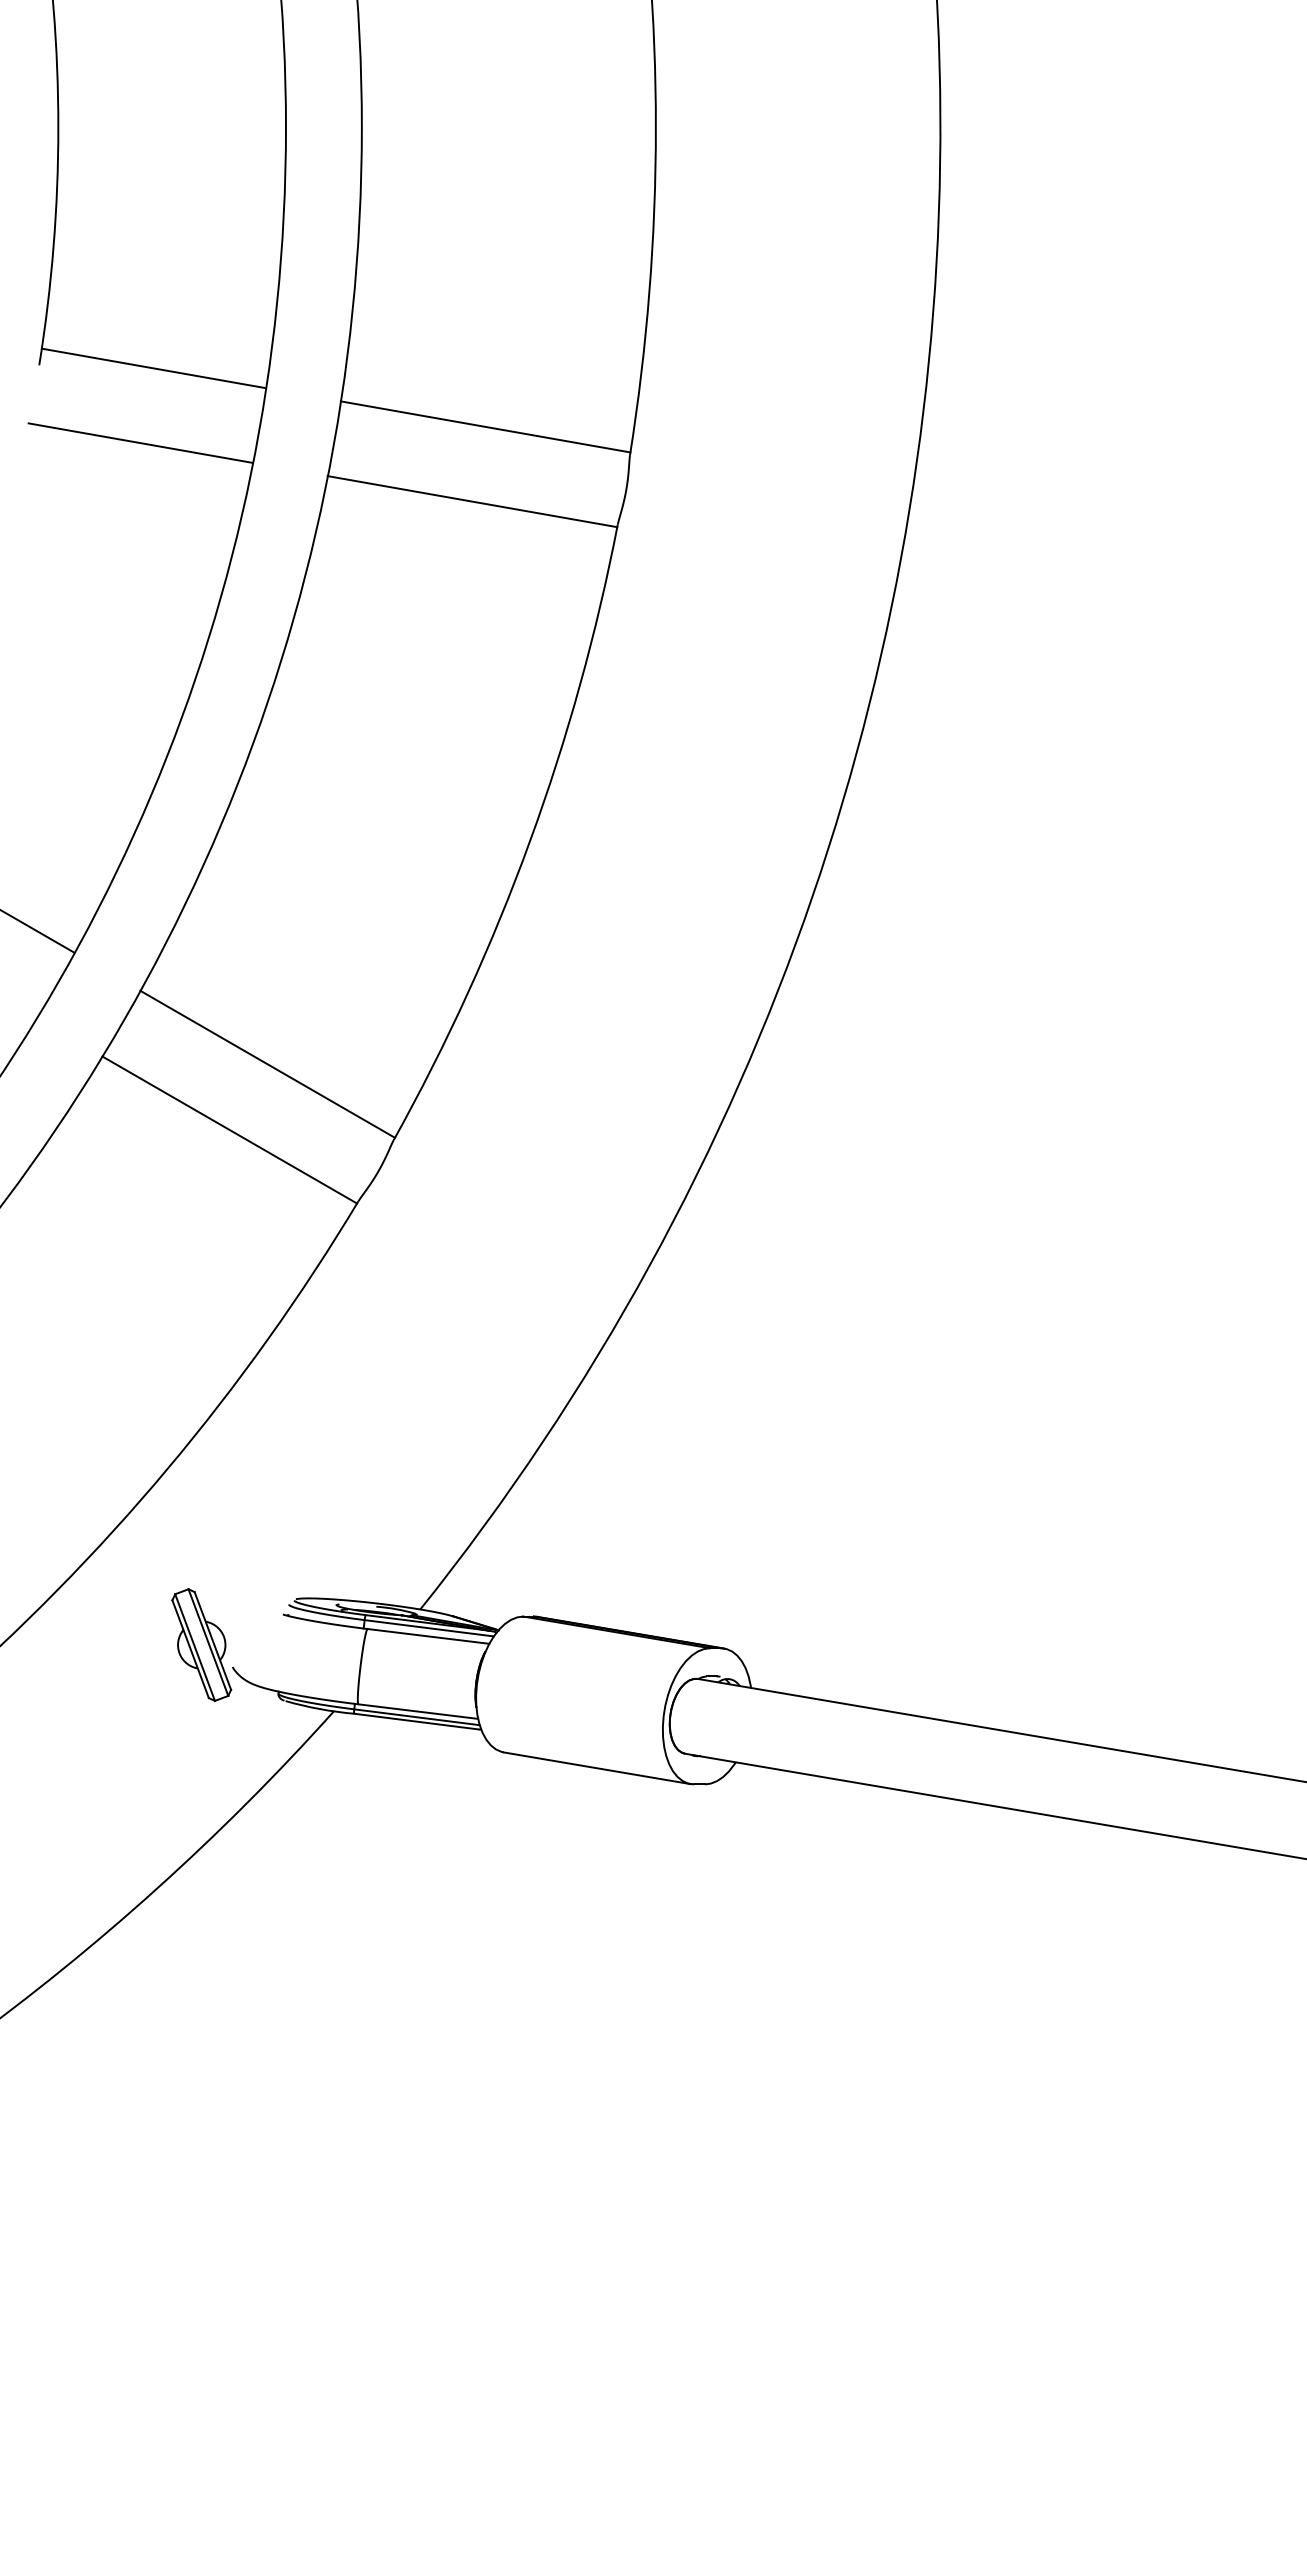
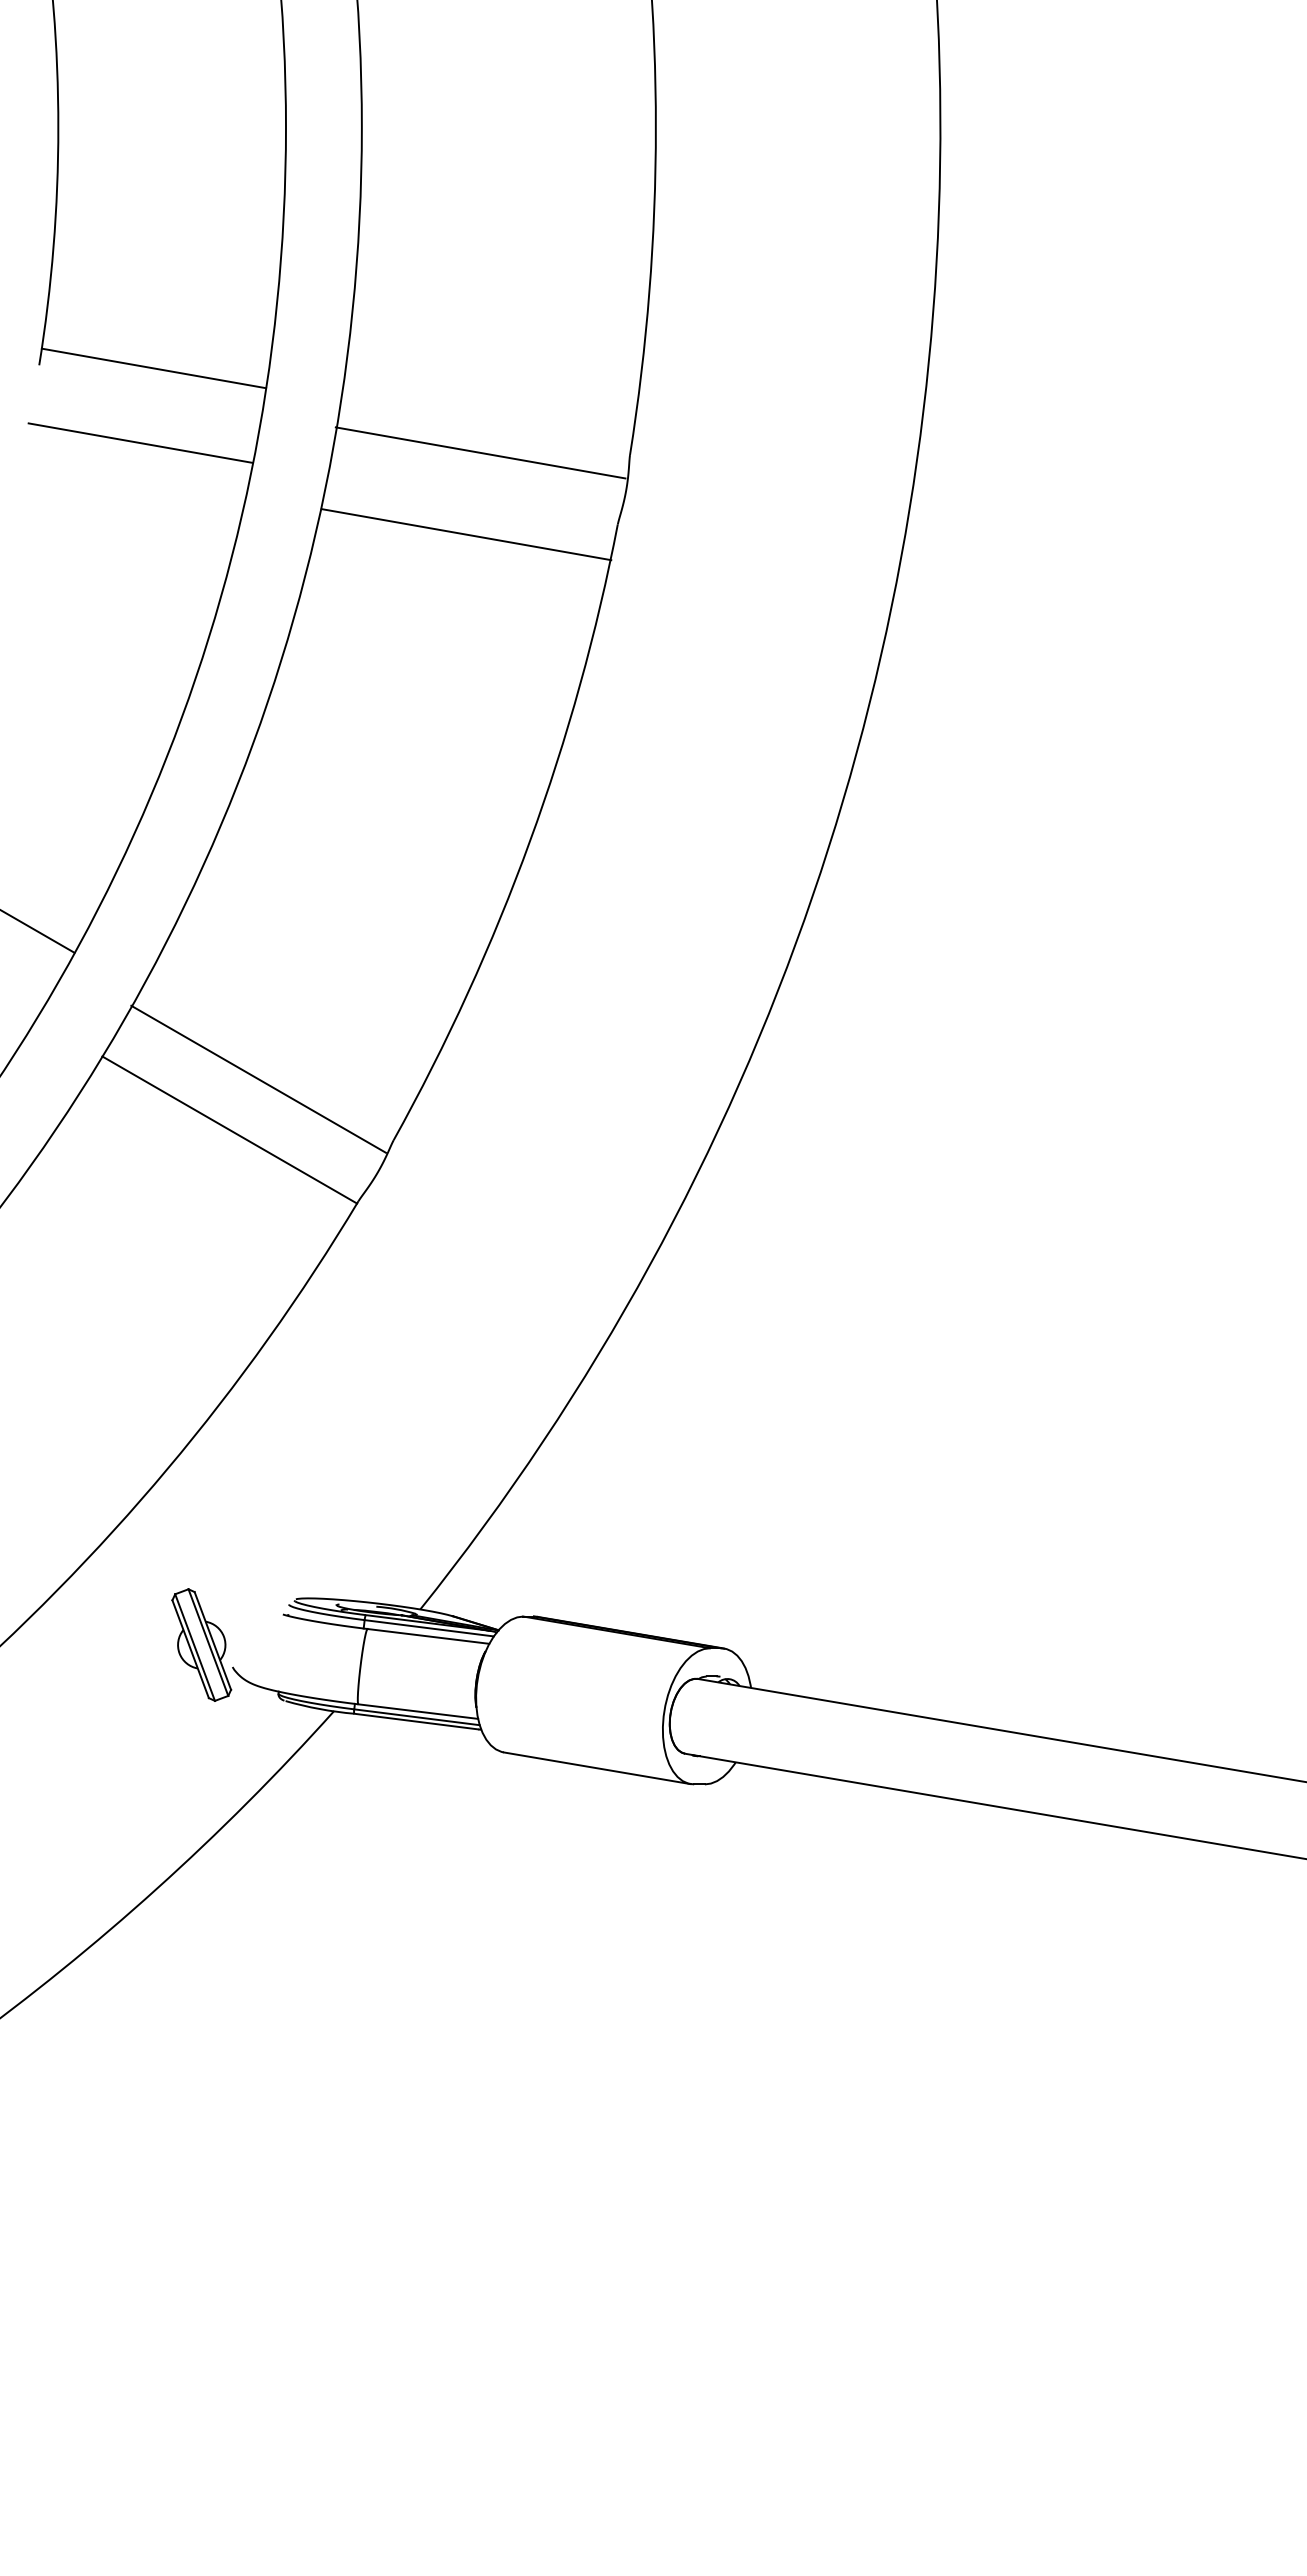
line at (485, 426) position: (485, 426) -> (480, 452)
line at (472, 501) position: (472, 501) -> (466, 534)
line at (267, 1063) position: (267, 1063) -> (258, 1078)
